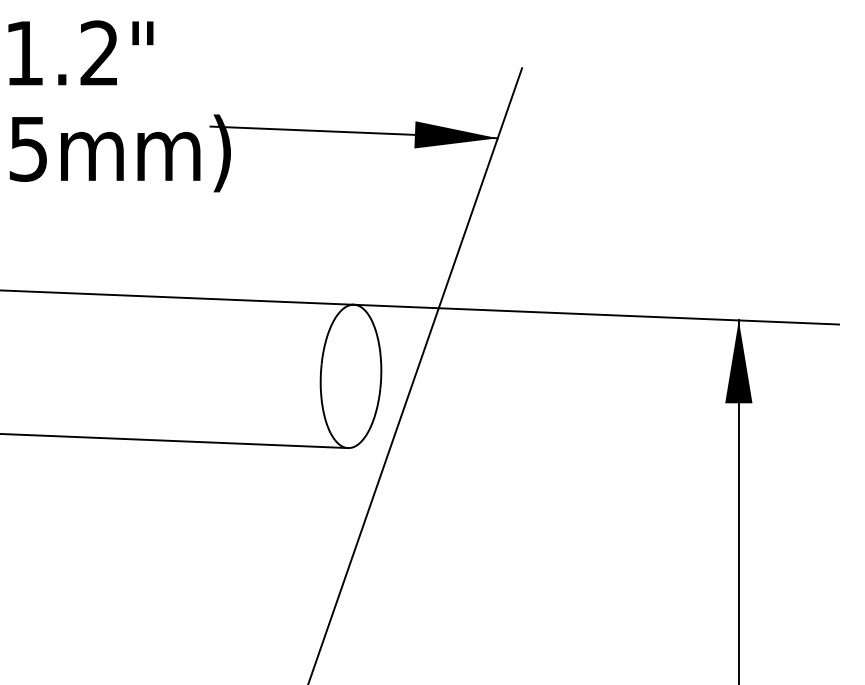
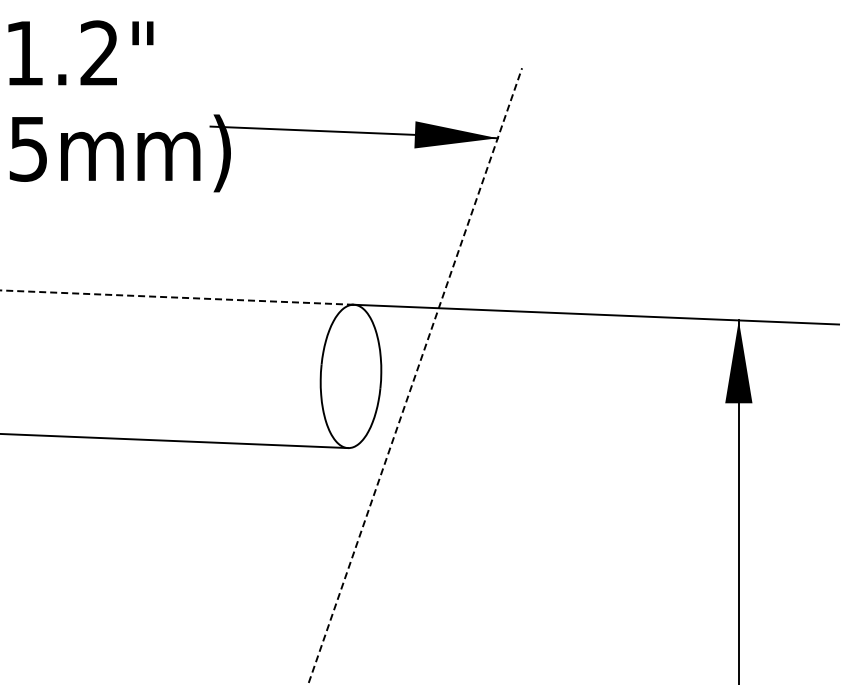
line at (177, 297): solid -> dashed
line at (415, 376): solid -> dashed
